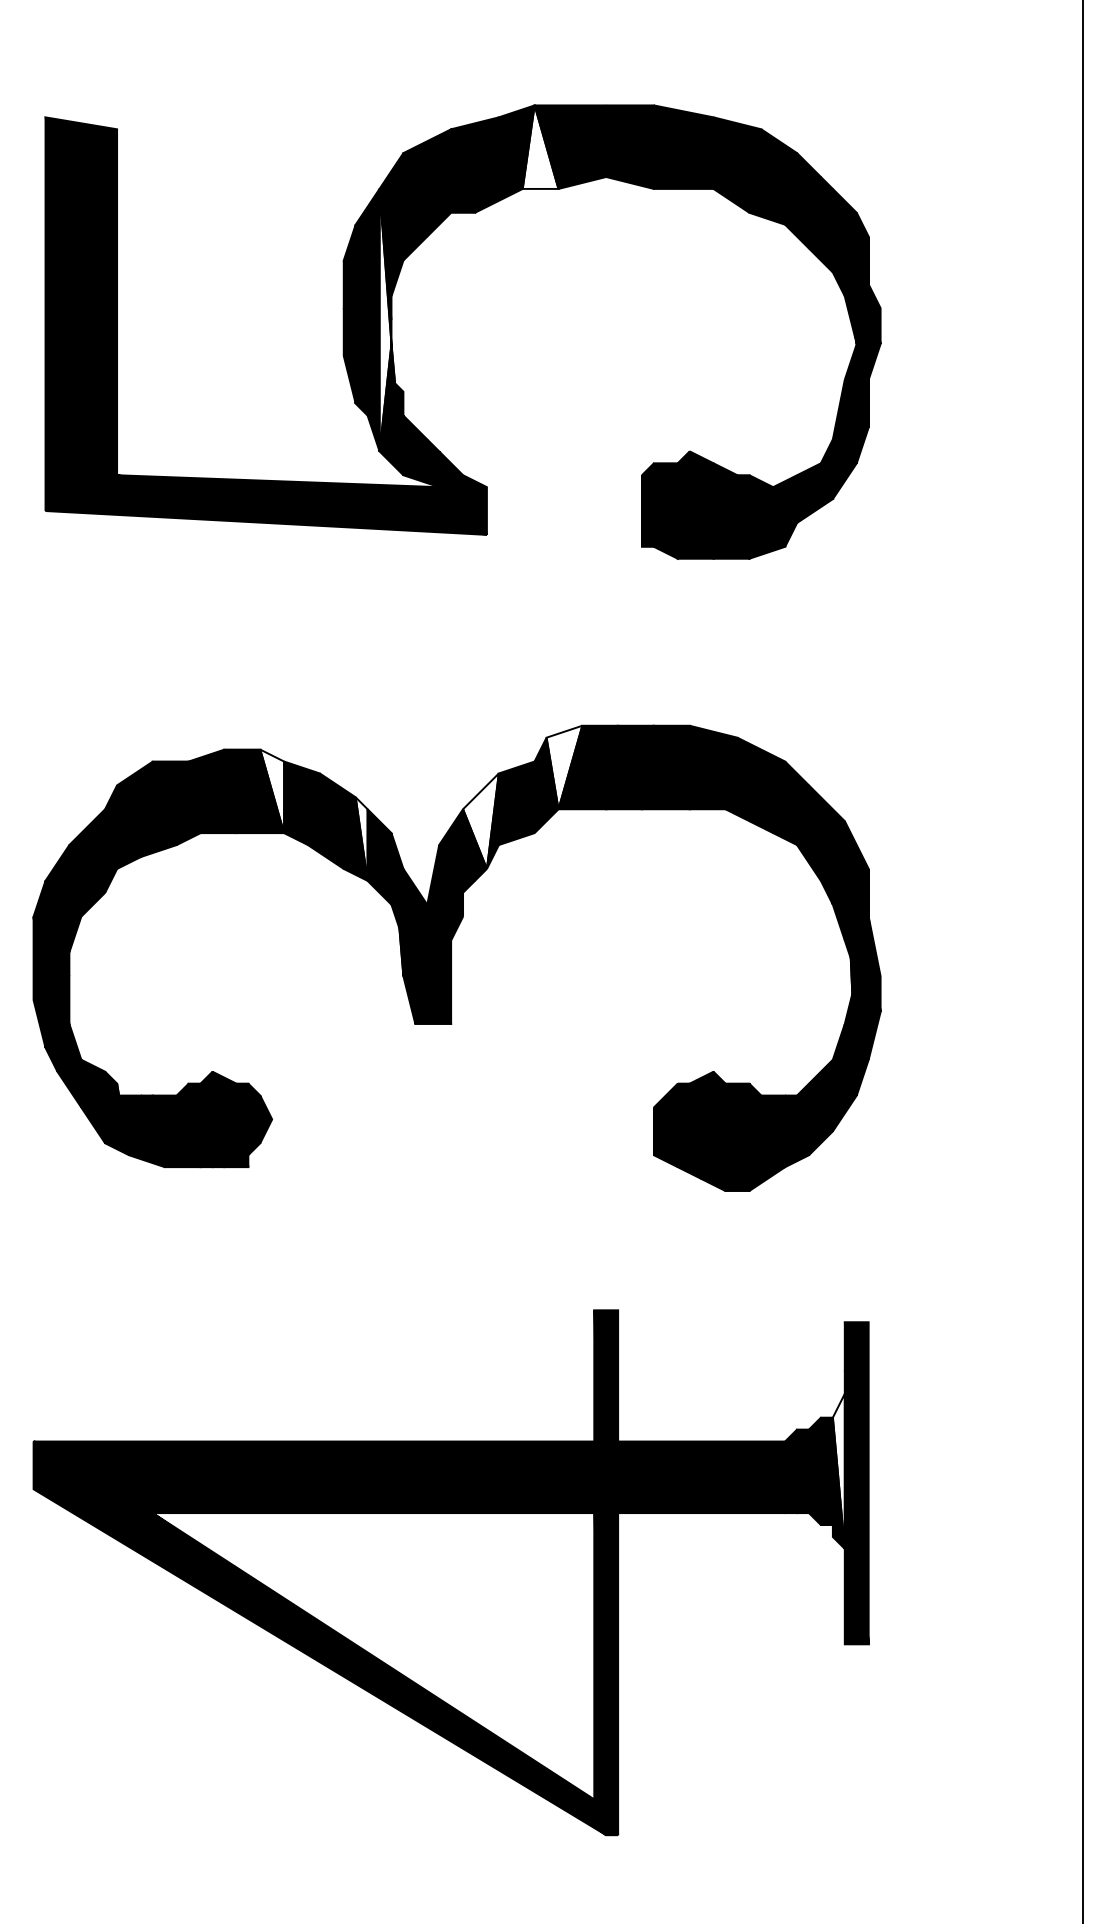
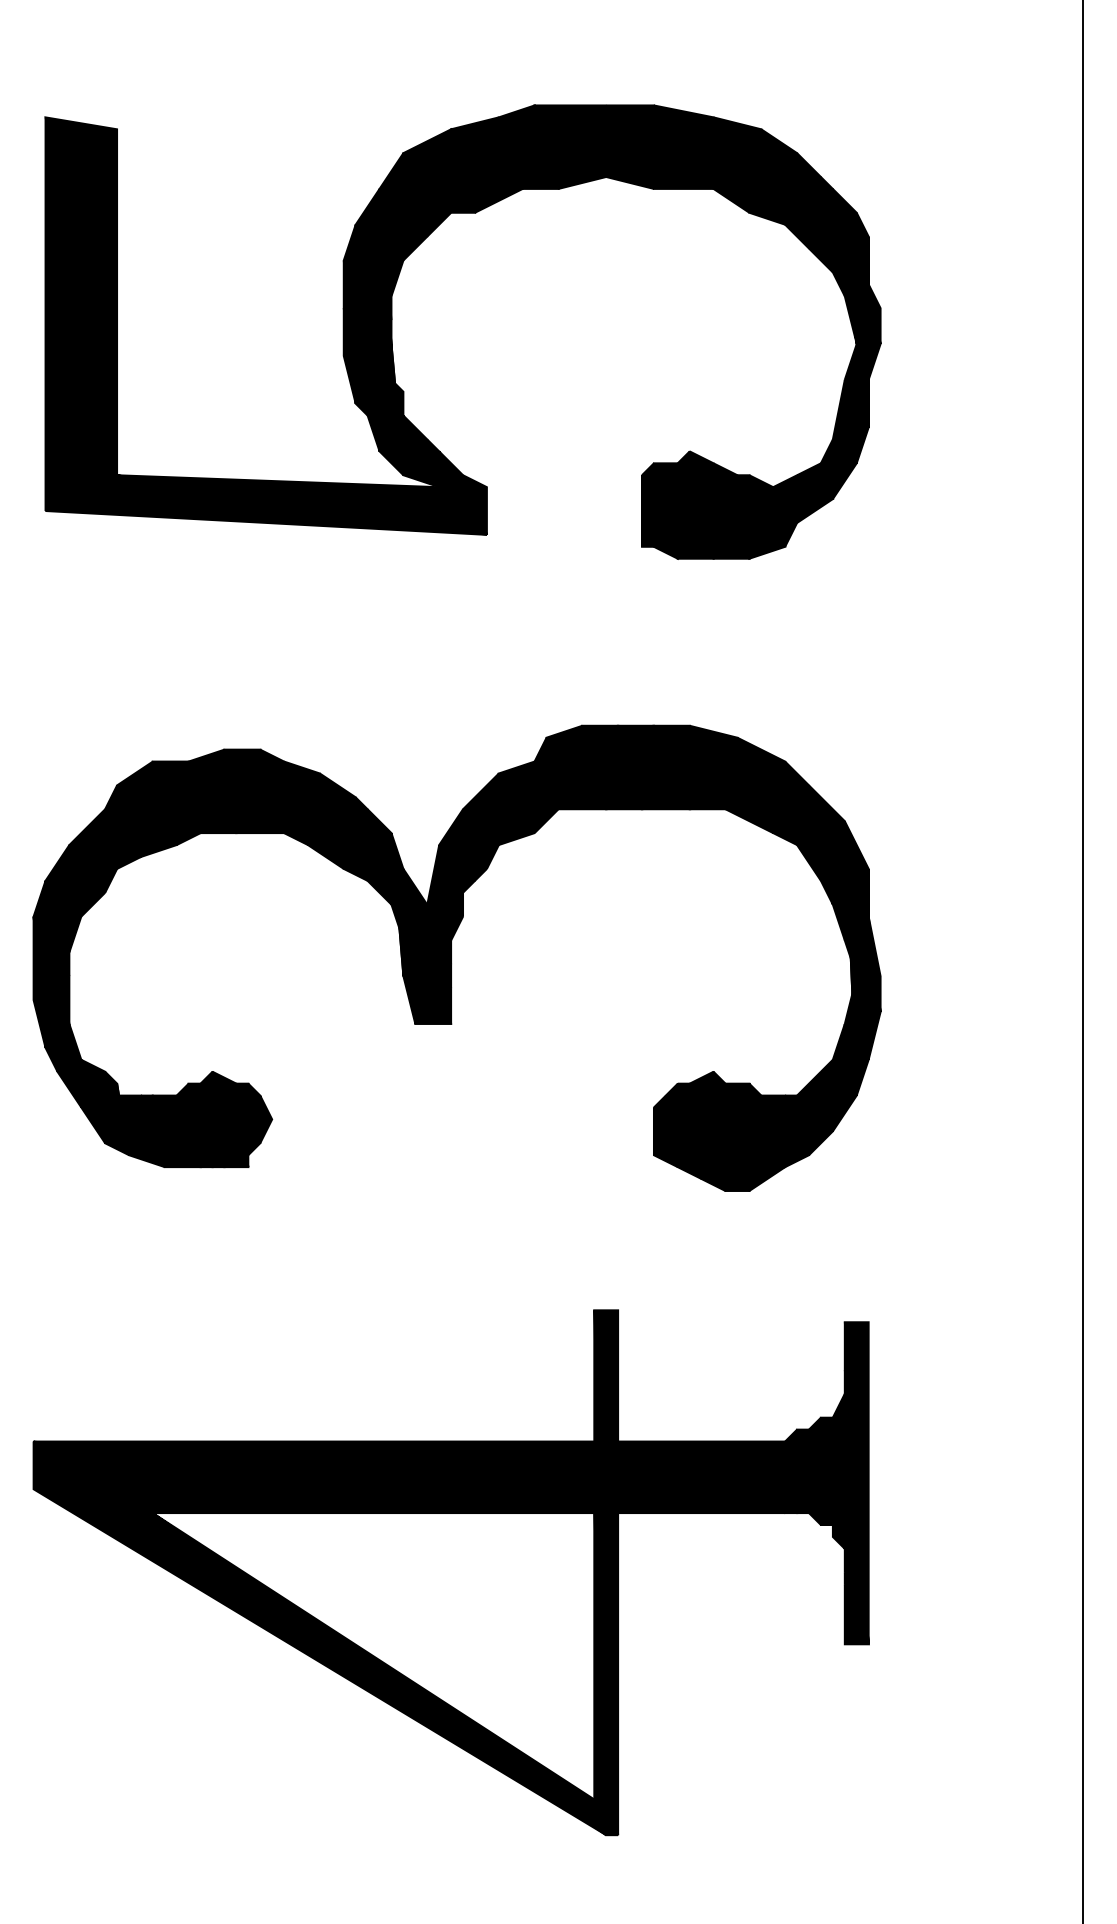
fill at (540, 146): none -> present
fill at (385, 319): none -> present
fill at (564, 767): none -> present
fill at (272, 791): none -> present
fill at (480, 820): none -> present
fill at (361, 838): none -> present
fill at (838, 1470): none -> present
